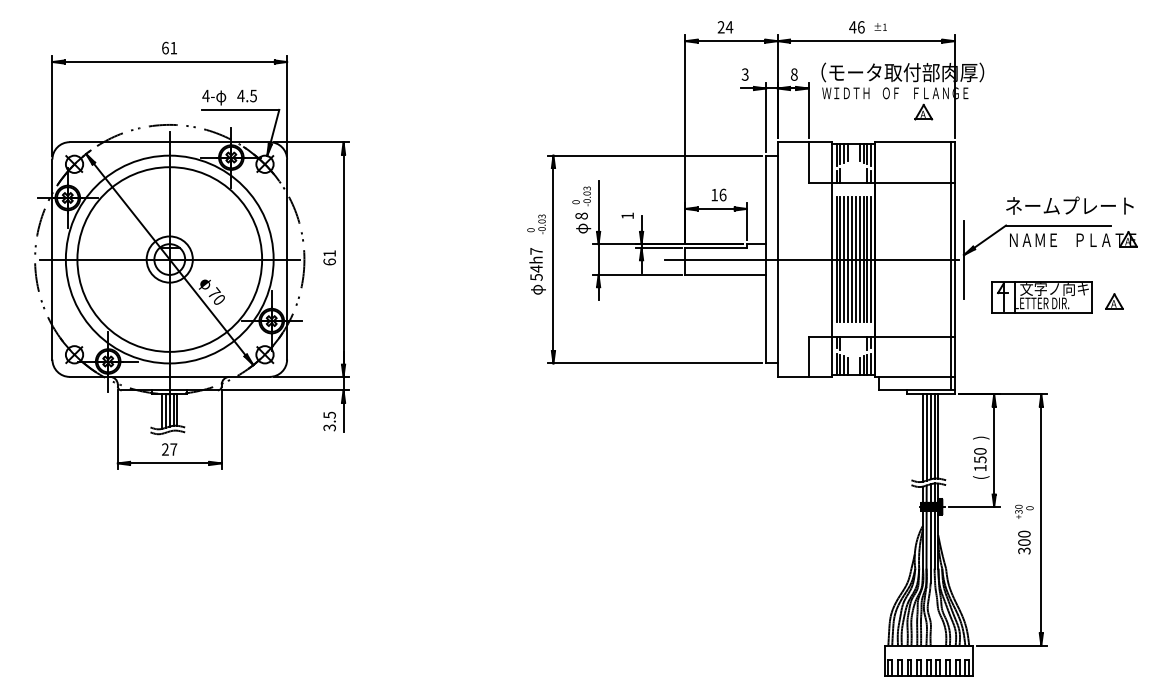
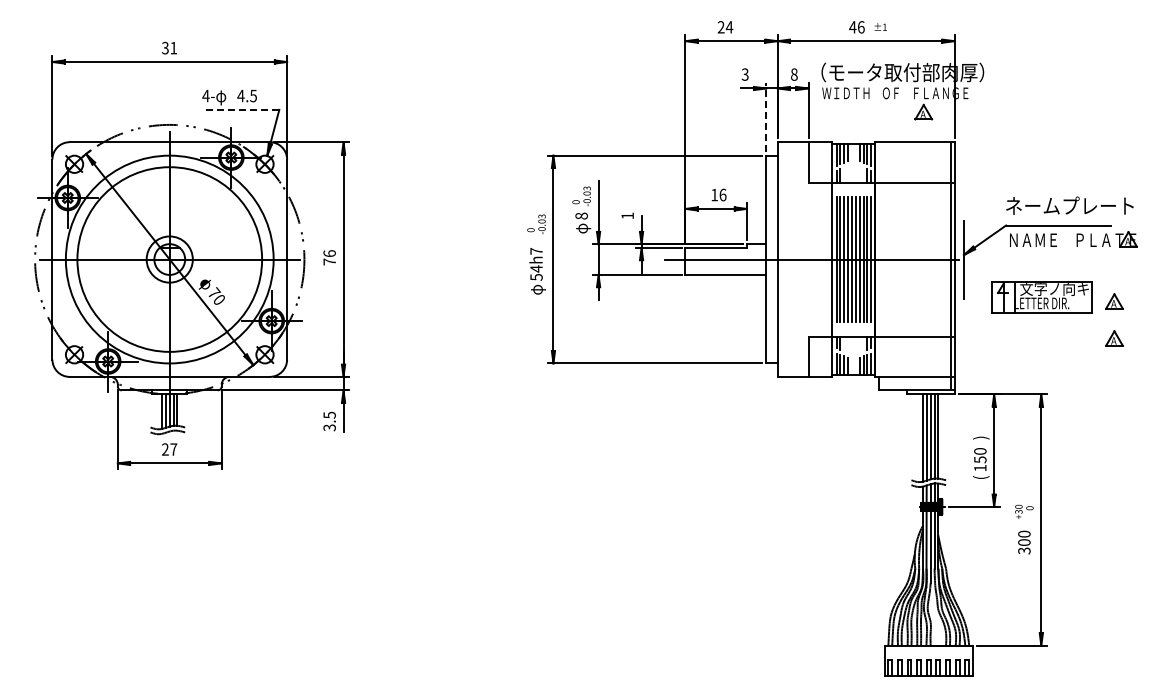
text at (165, 47): 61 -> 31
line at (240, 109): solid -> dashed
line at (766, 117): solid -> dashed
text at (329, 257): 61 -> 76
part at (1114, 338): none -> present
